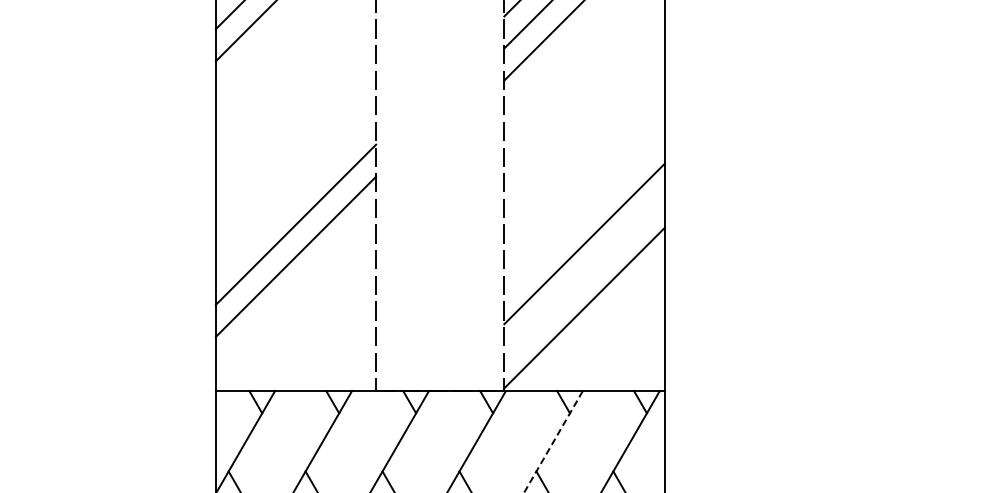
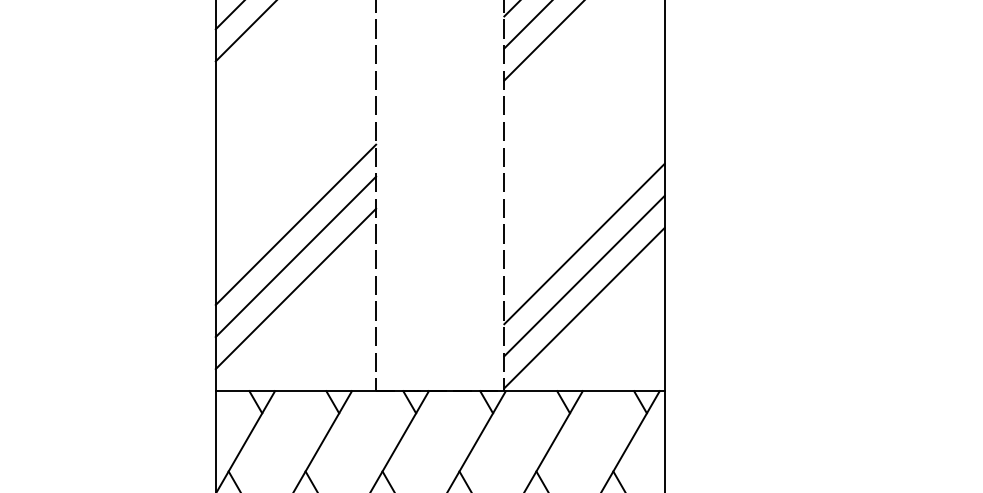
line at (584, 275): none -> present
line at (295, 288): none -> present
line at (553, 442): dashed -> solid
